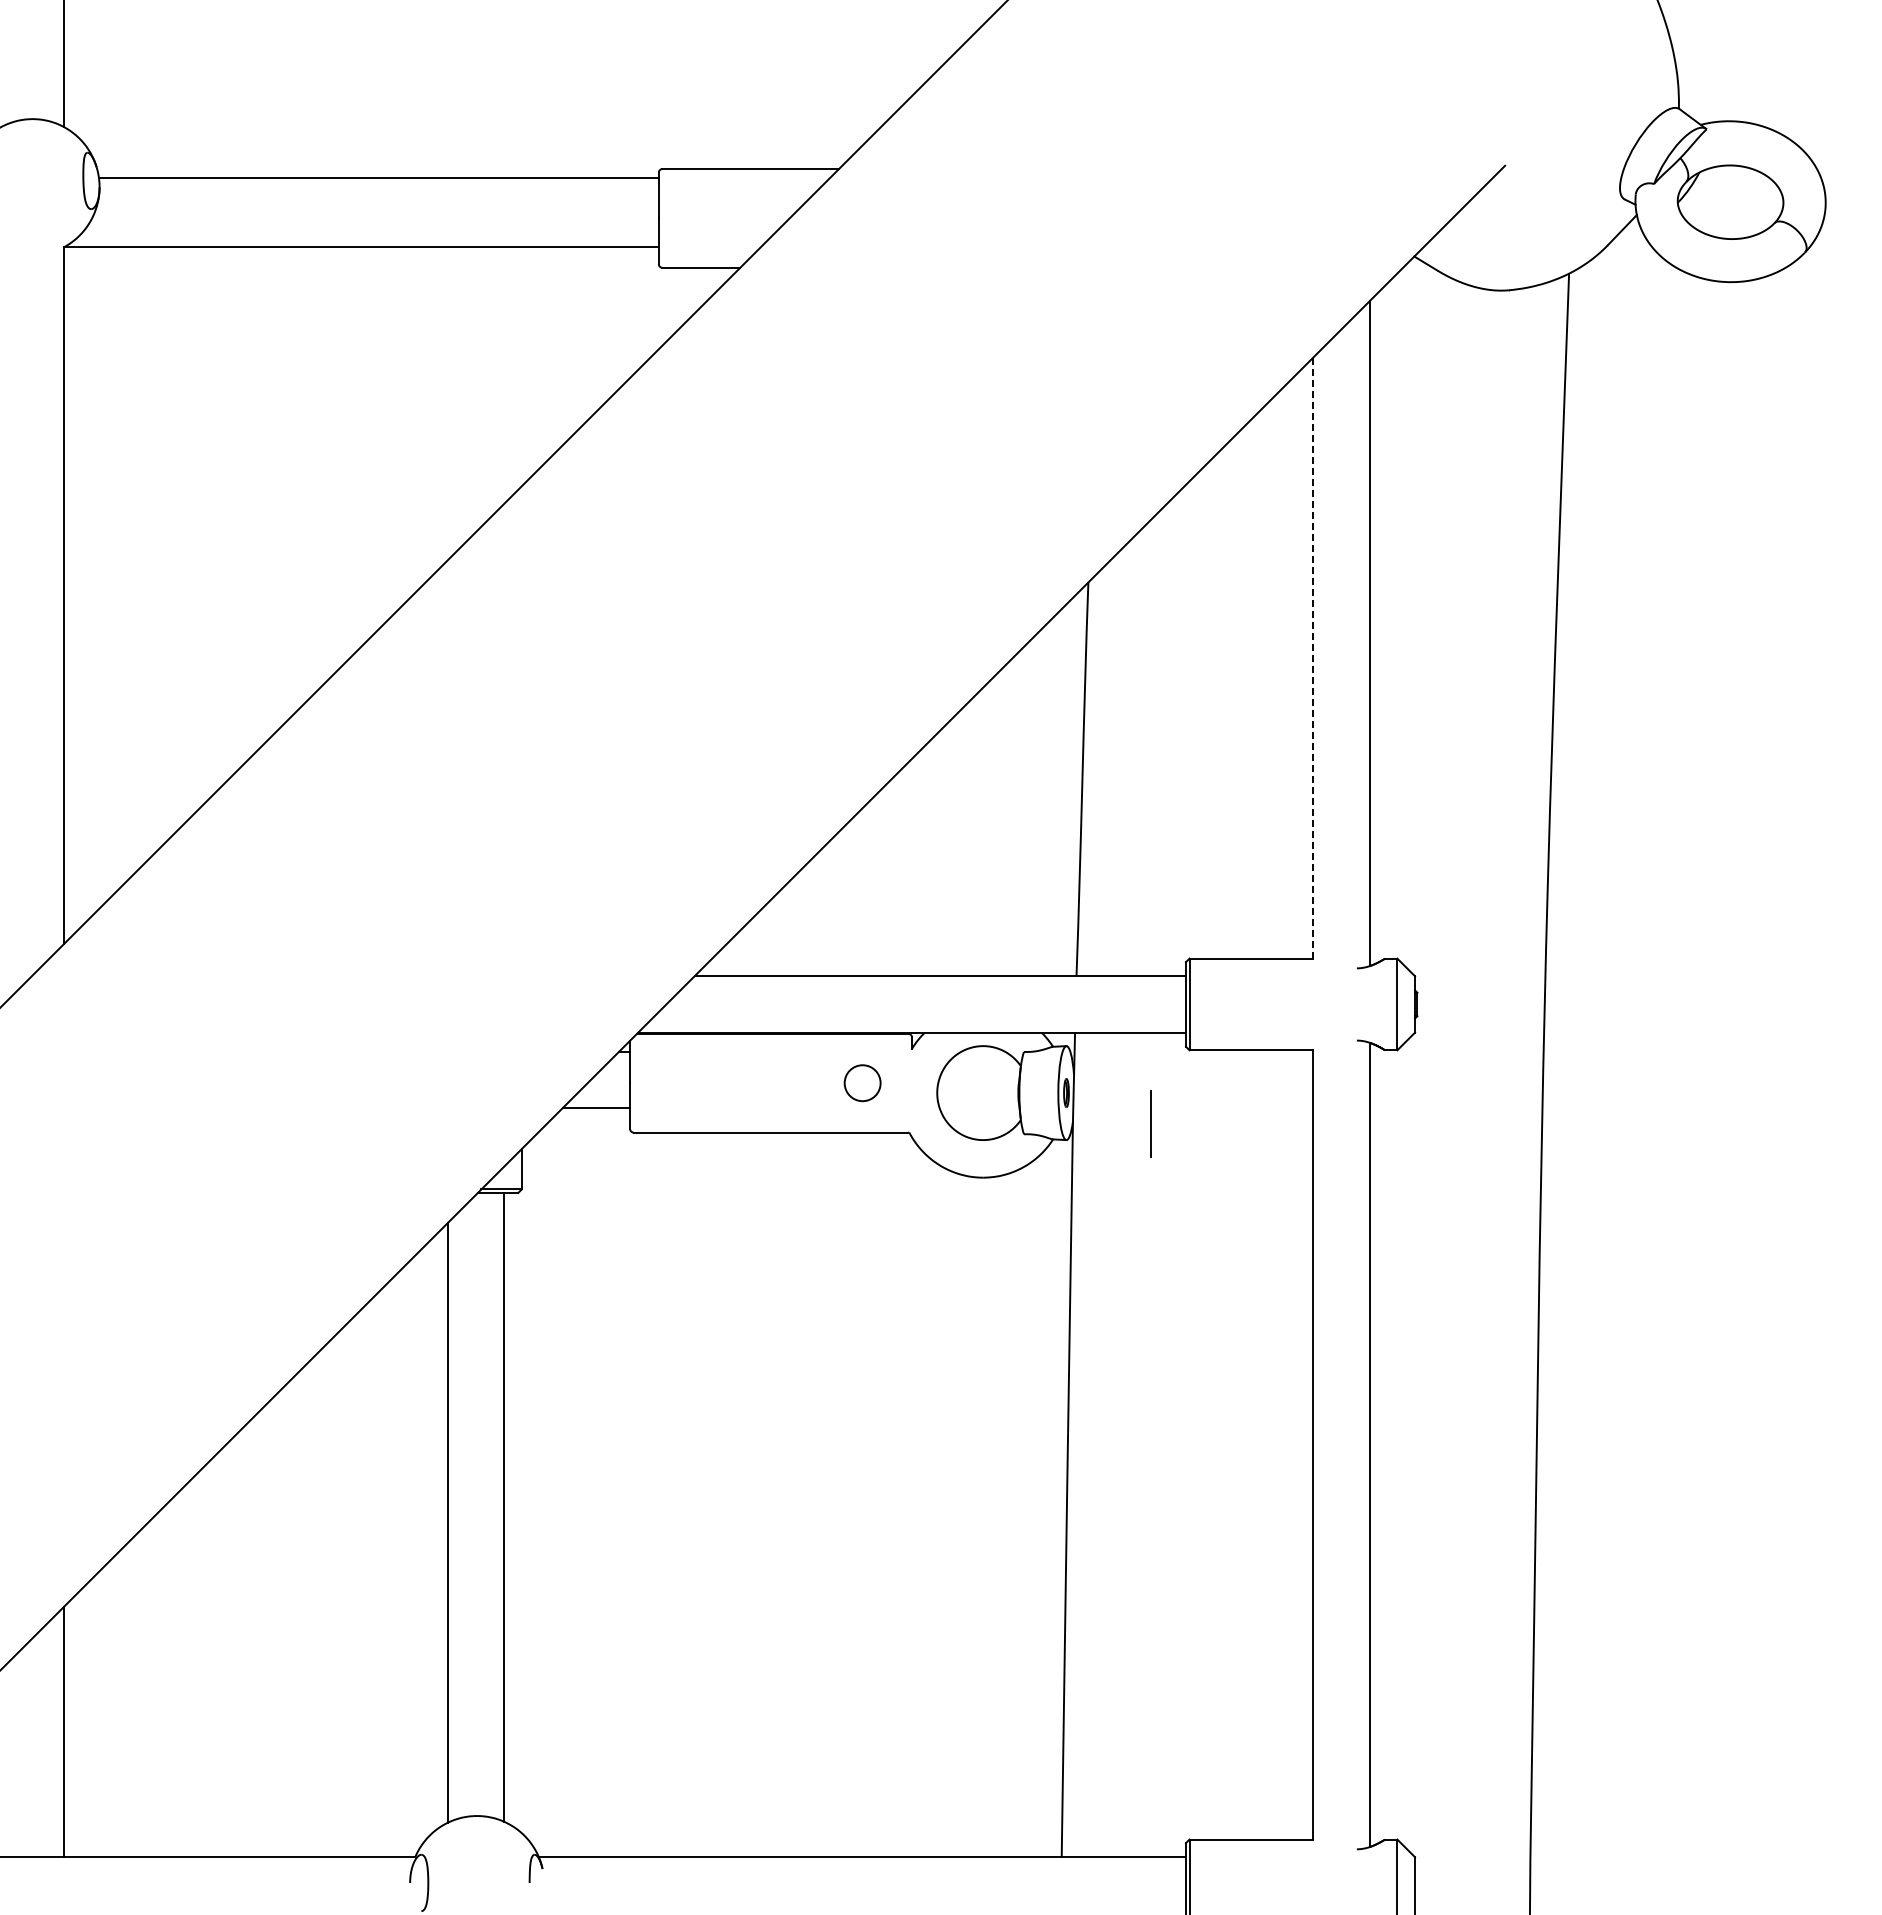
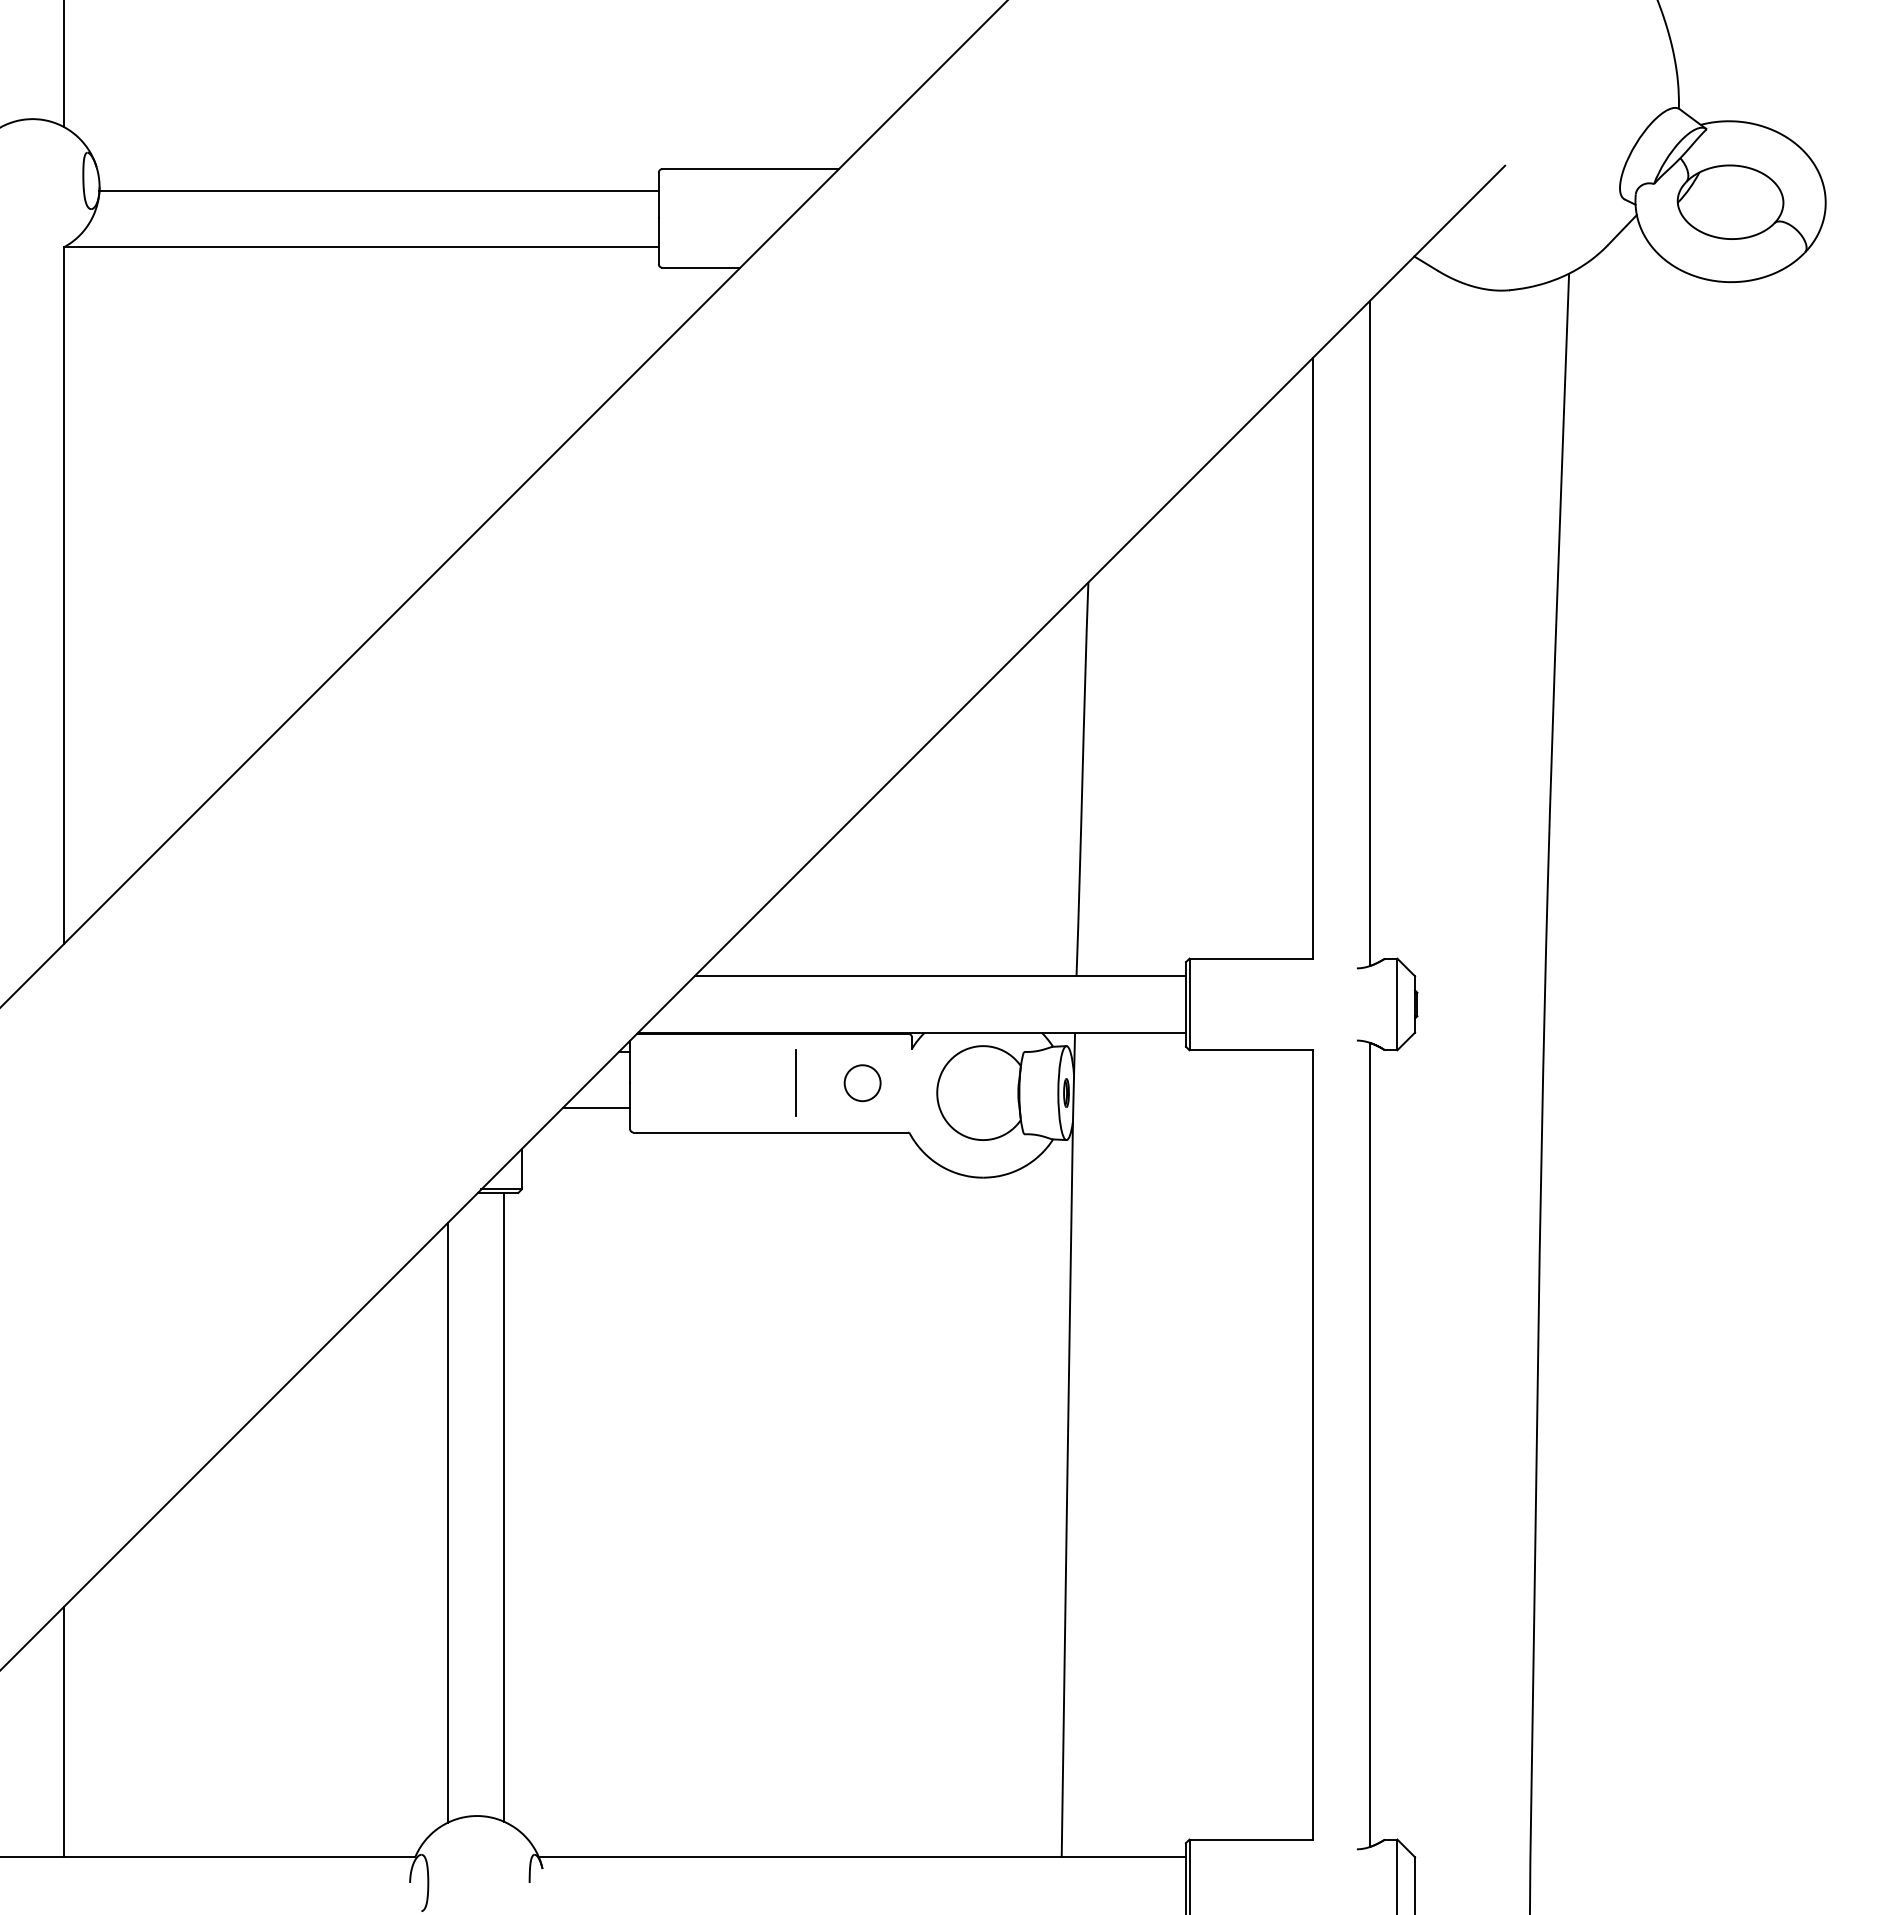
line at (378, 177) position: (378, 177) -> (378, 190)
line at (1313, 658): dashed -> solid
line at (1150, 1123) position: (1150, 1123) -> (795, 1082)
